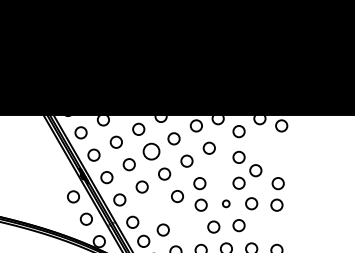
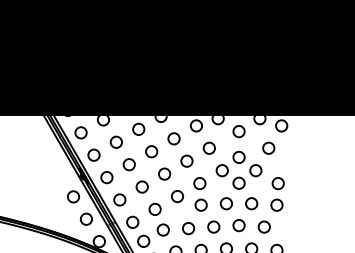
circle at (268, 147): none -> present
circle at (151, 151) size: 19x19 px -> 14x14 px
circle at (221, 170): none -> present
circle at (226, 203) size: 9x10 px -> 14x14 px
circle at (154, 208): none -> present
circle at (263, 226): none -> present
circle at (188, 228): none -> present
